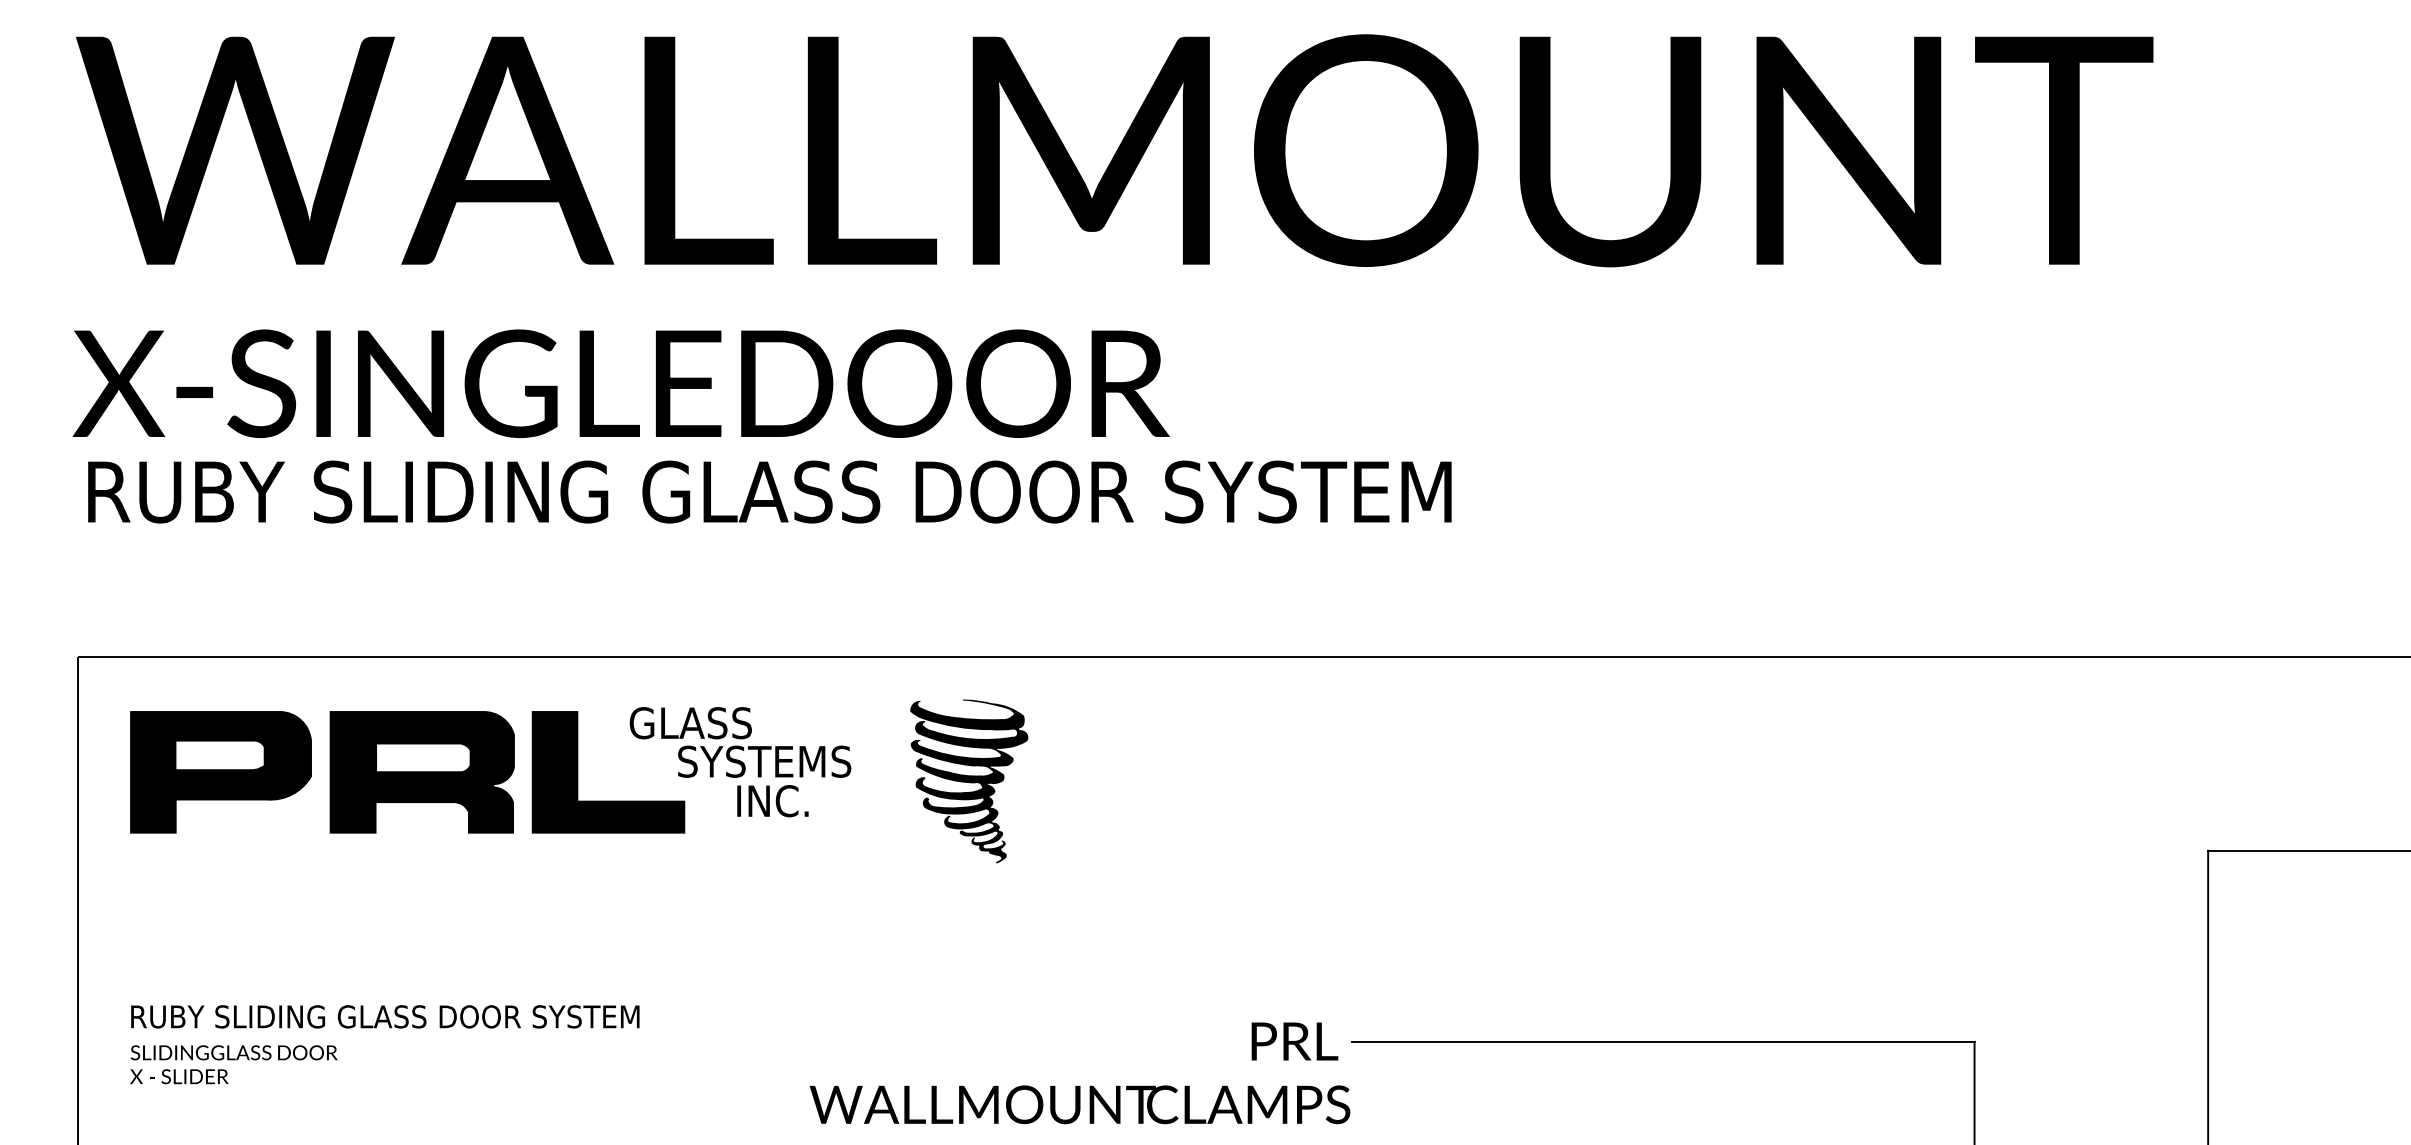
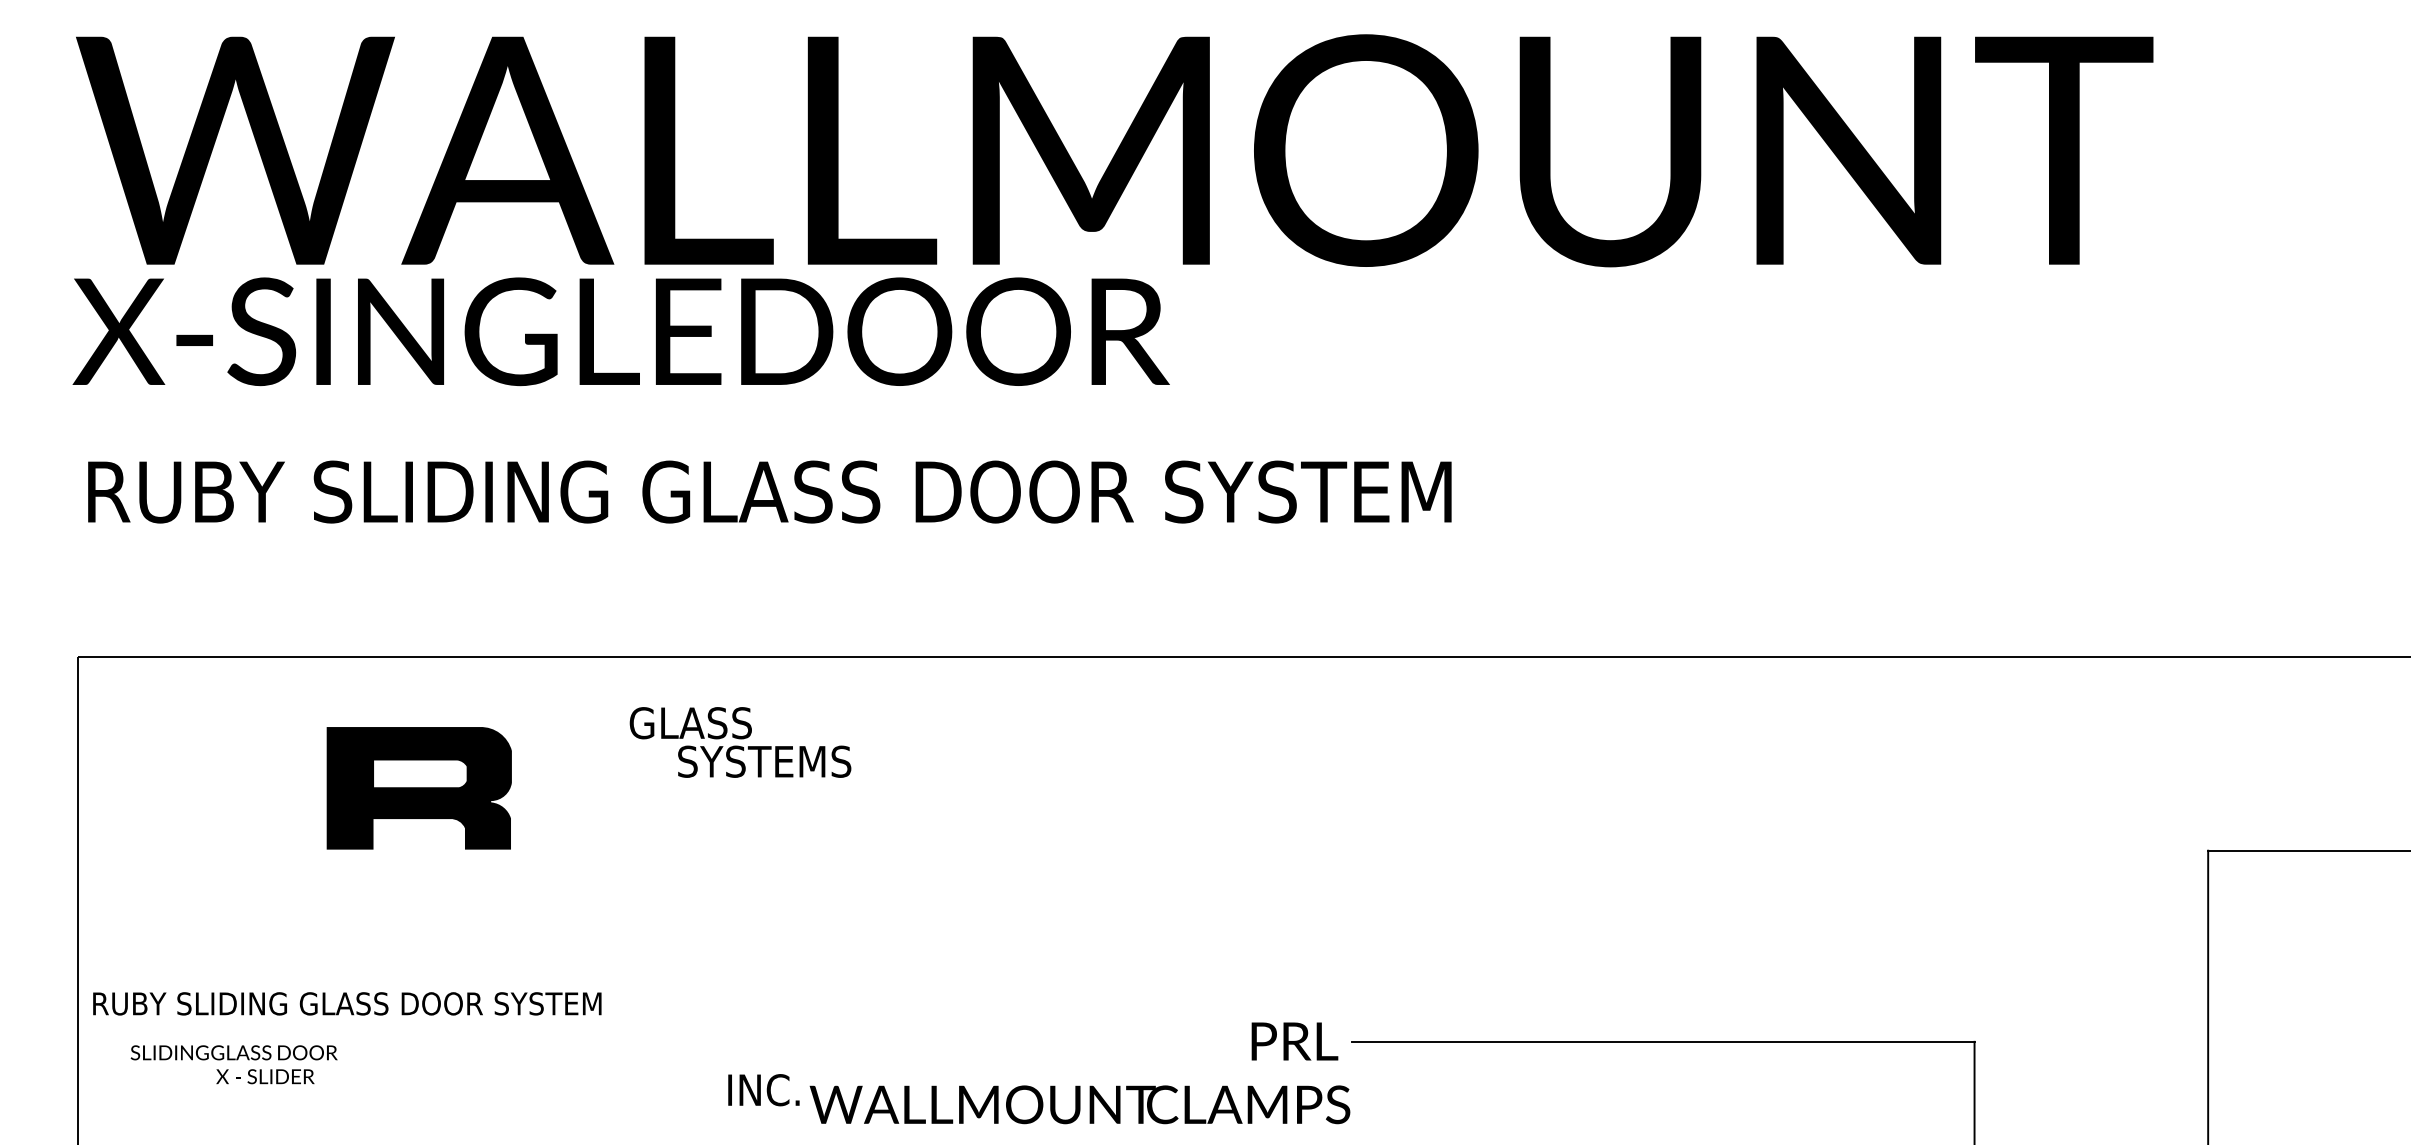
text at (620, 383) position: (620, 383) -> (620, 331)
part at (220, 772): present -> none
part at (421, 772) position: (421, 772) -> (418, 788)
fill at (608, 772): present -> none
fill at (969, 781): present -> none
text at (772, 801) position: (772, 801) -> (763, 1090)
text at (385, 1016) position: (385, 1016) -> (347, 1003)
text at (179, 1076) position: (179, 1076) -> (265, 1076)
